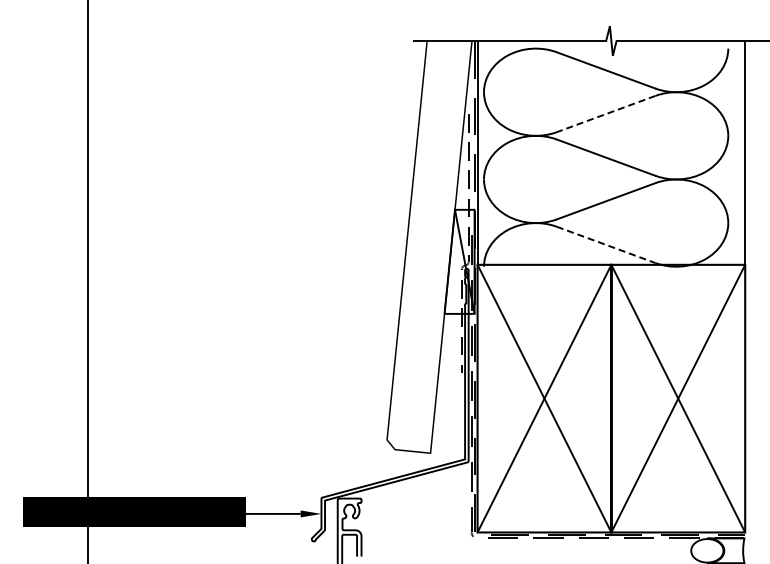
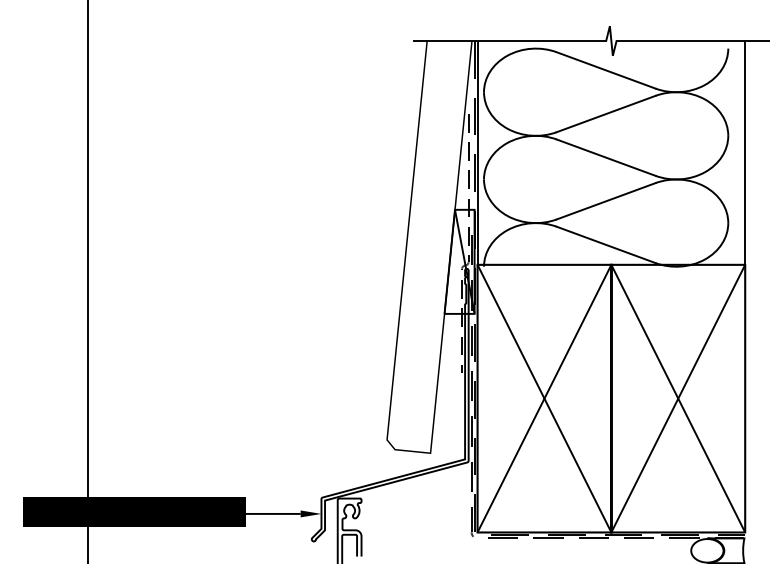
line at (606, 114): dashed -> solid
line at (606, 244): dashed -> solid
